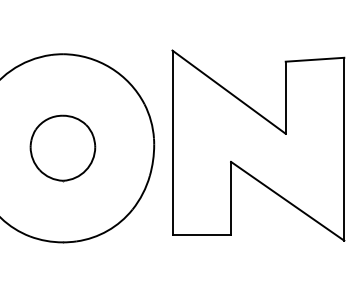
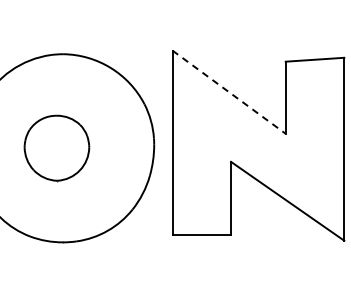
line at (229, 92): solid -> dashed
part at (62, 148) position: (62, 148) -> (56, 148)
